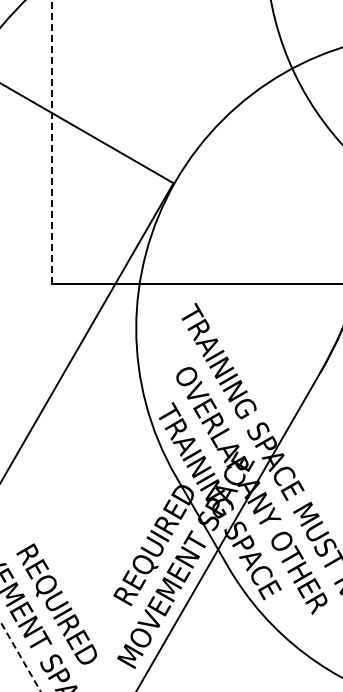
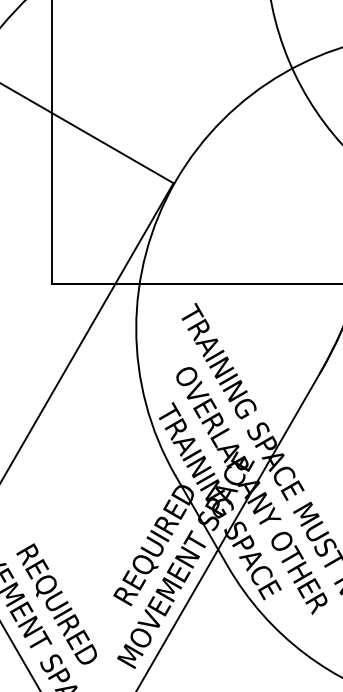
line at (51, 142): dashed -> solid
line at (20, 656): dashed -> solid
